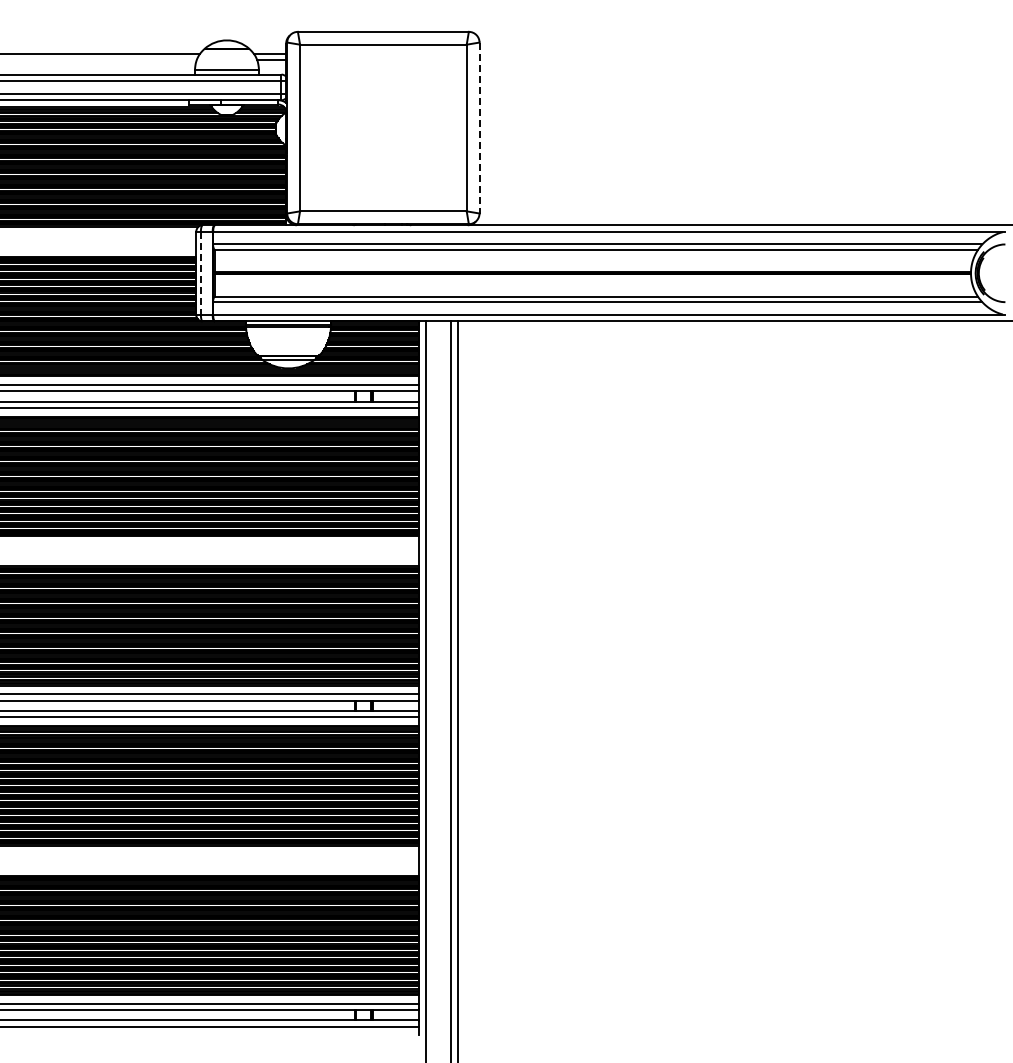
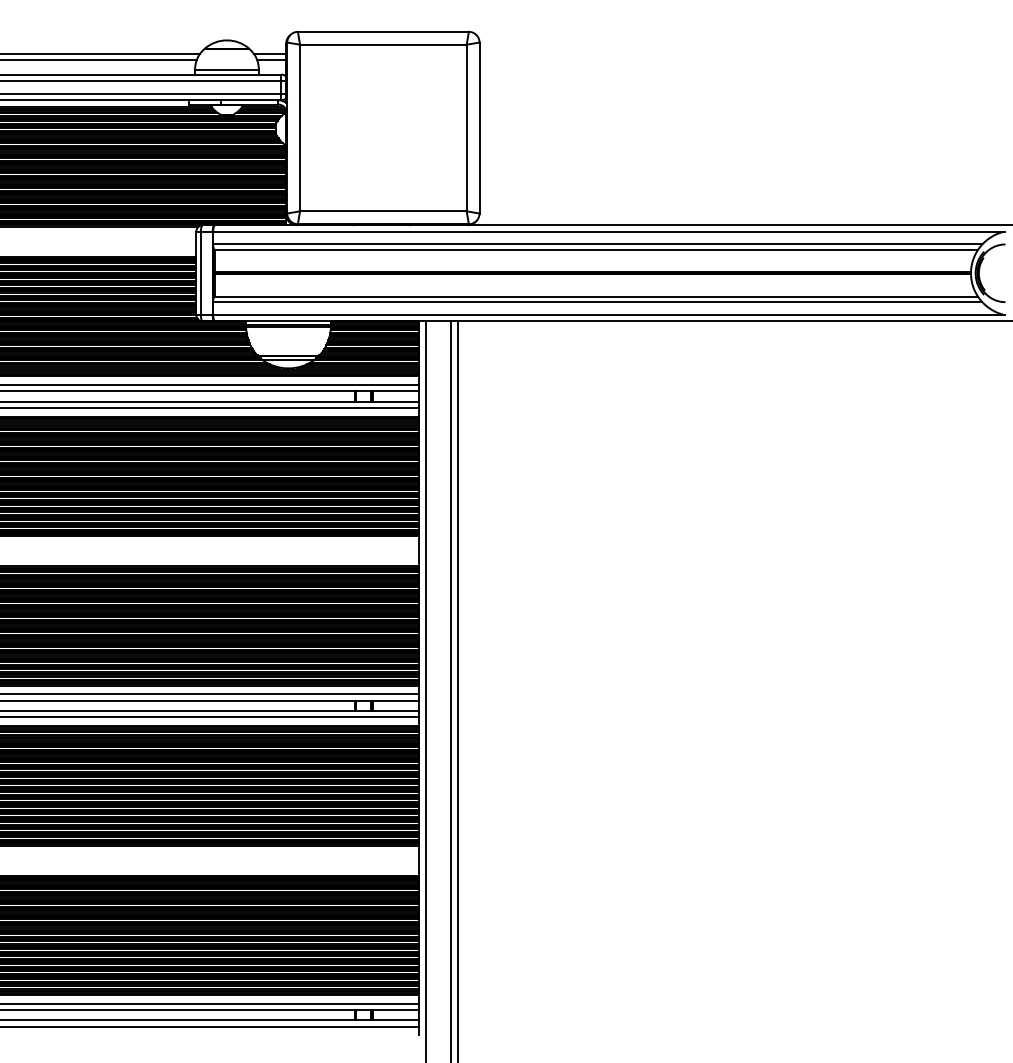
line at (99, 60): none -> present
line at (479, 128): dashed -> solid
line at (200, 273): dashed -> solid
